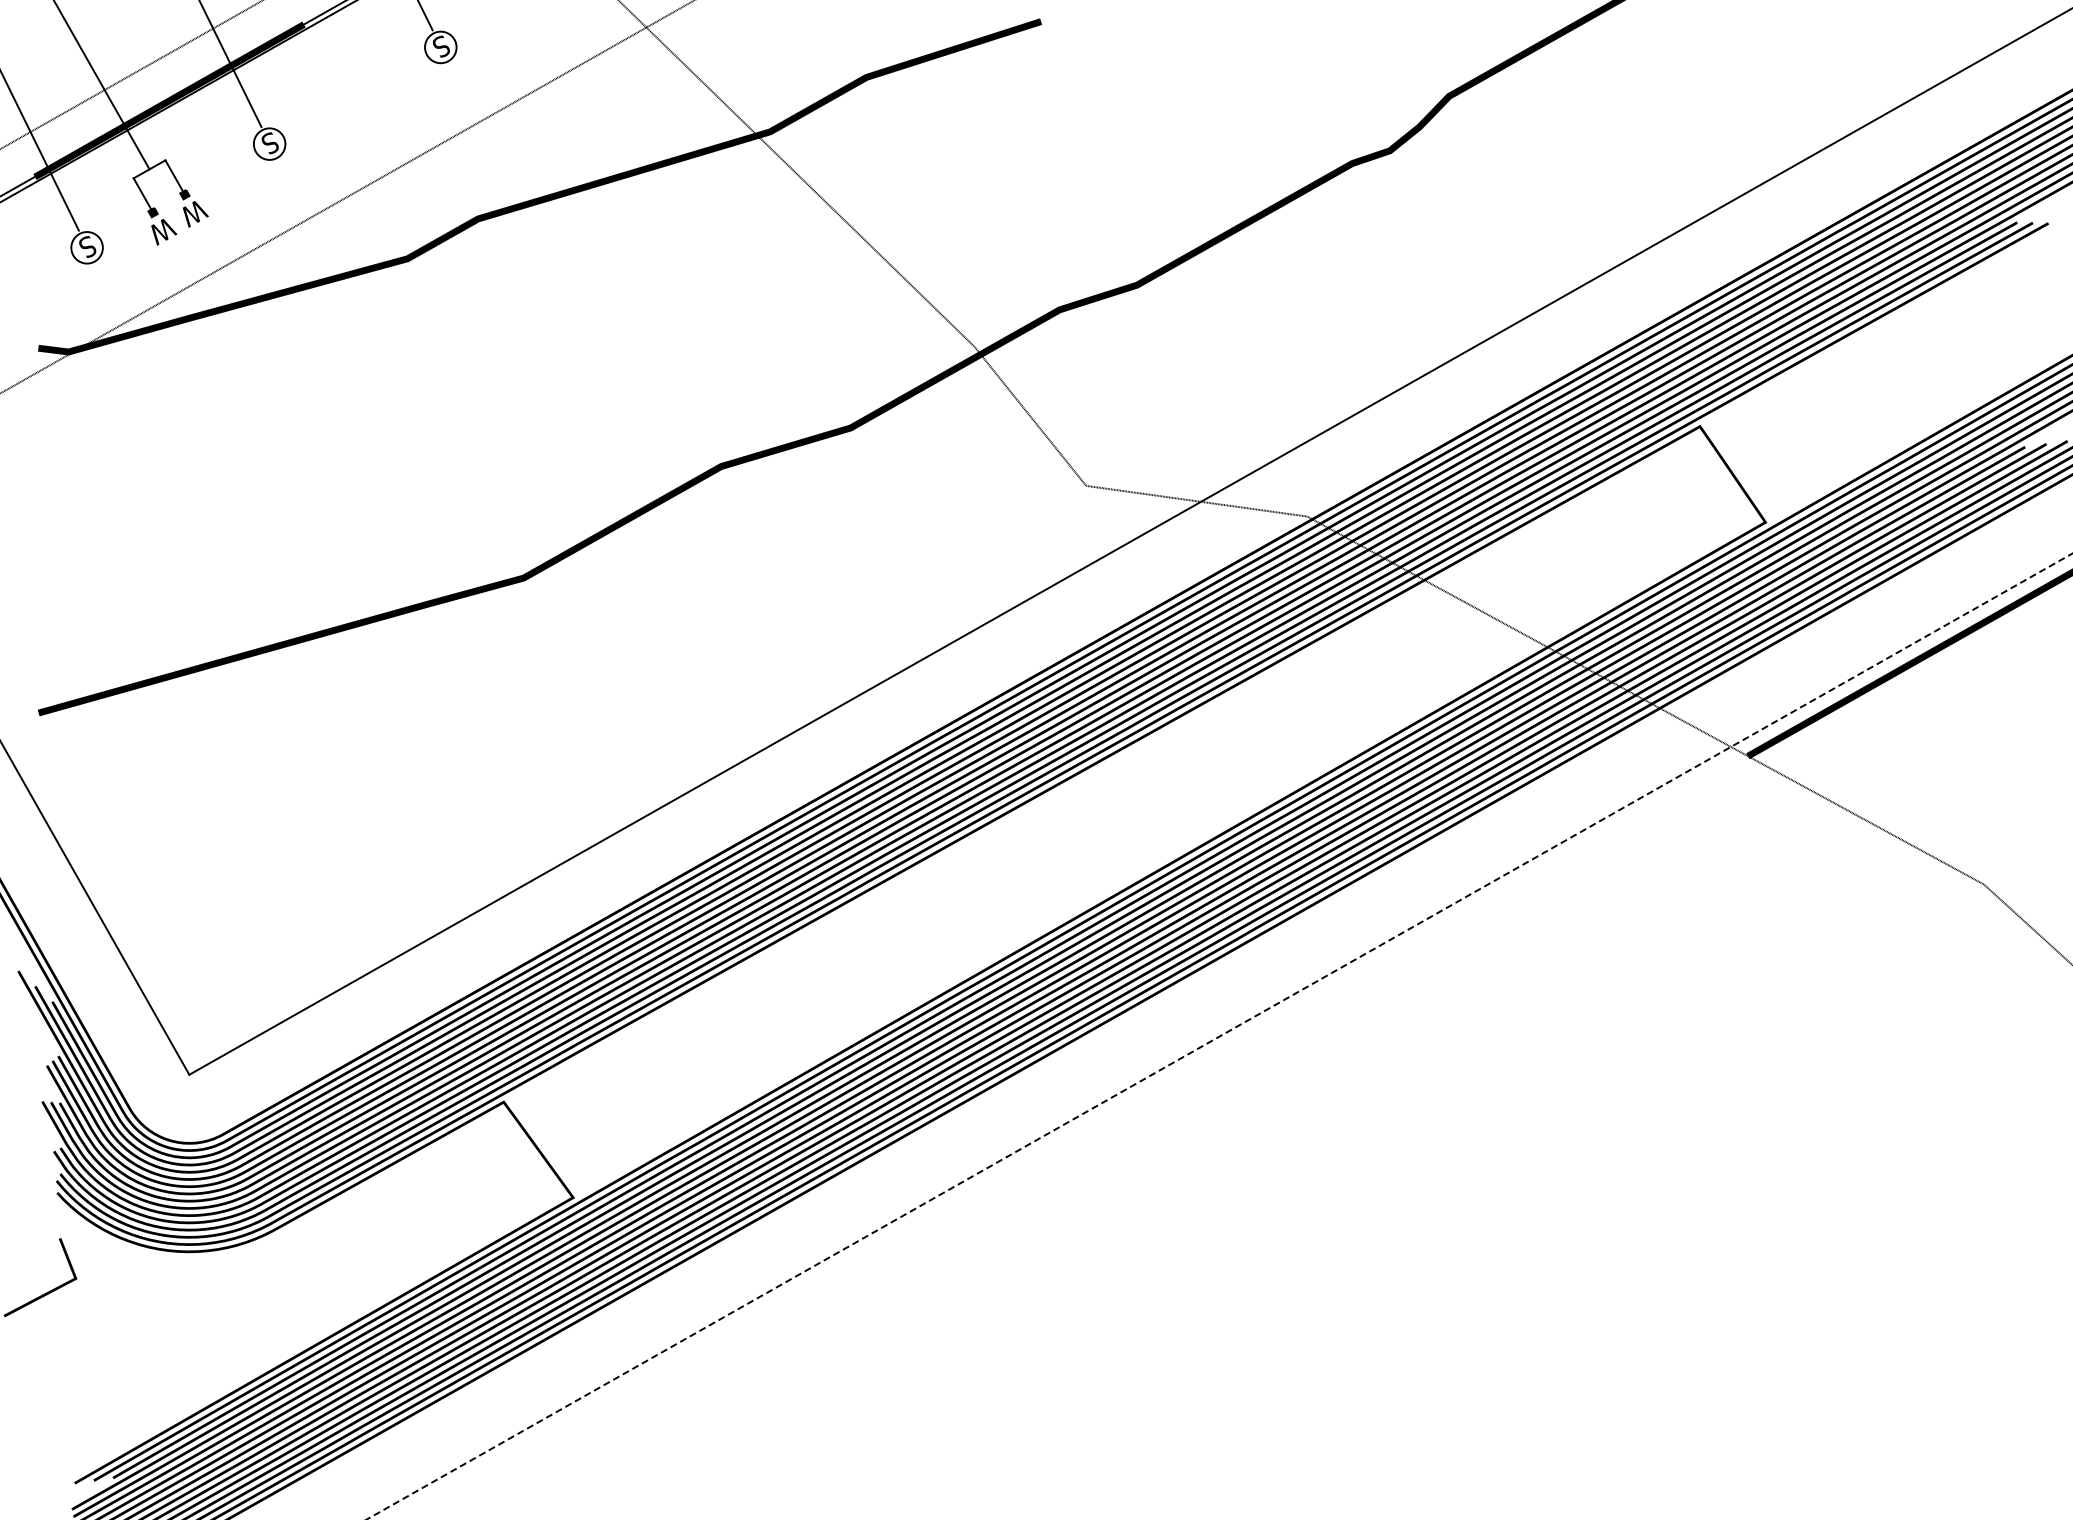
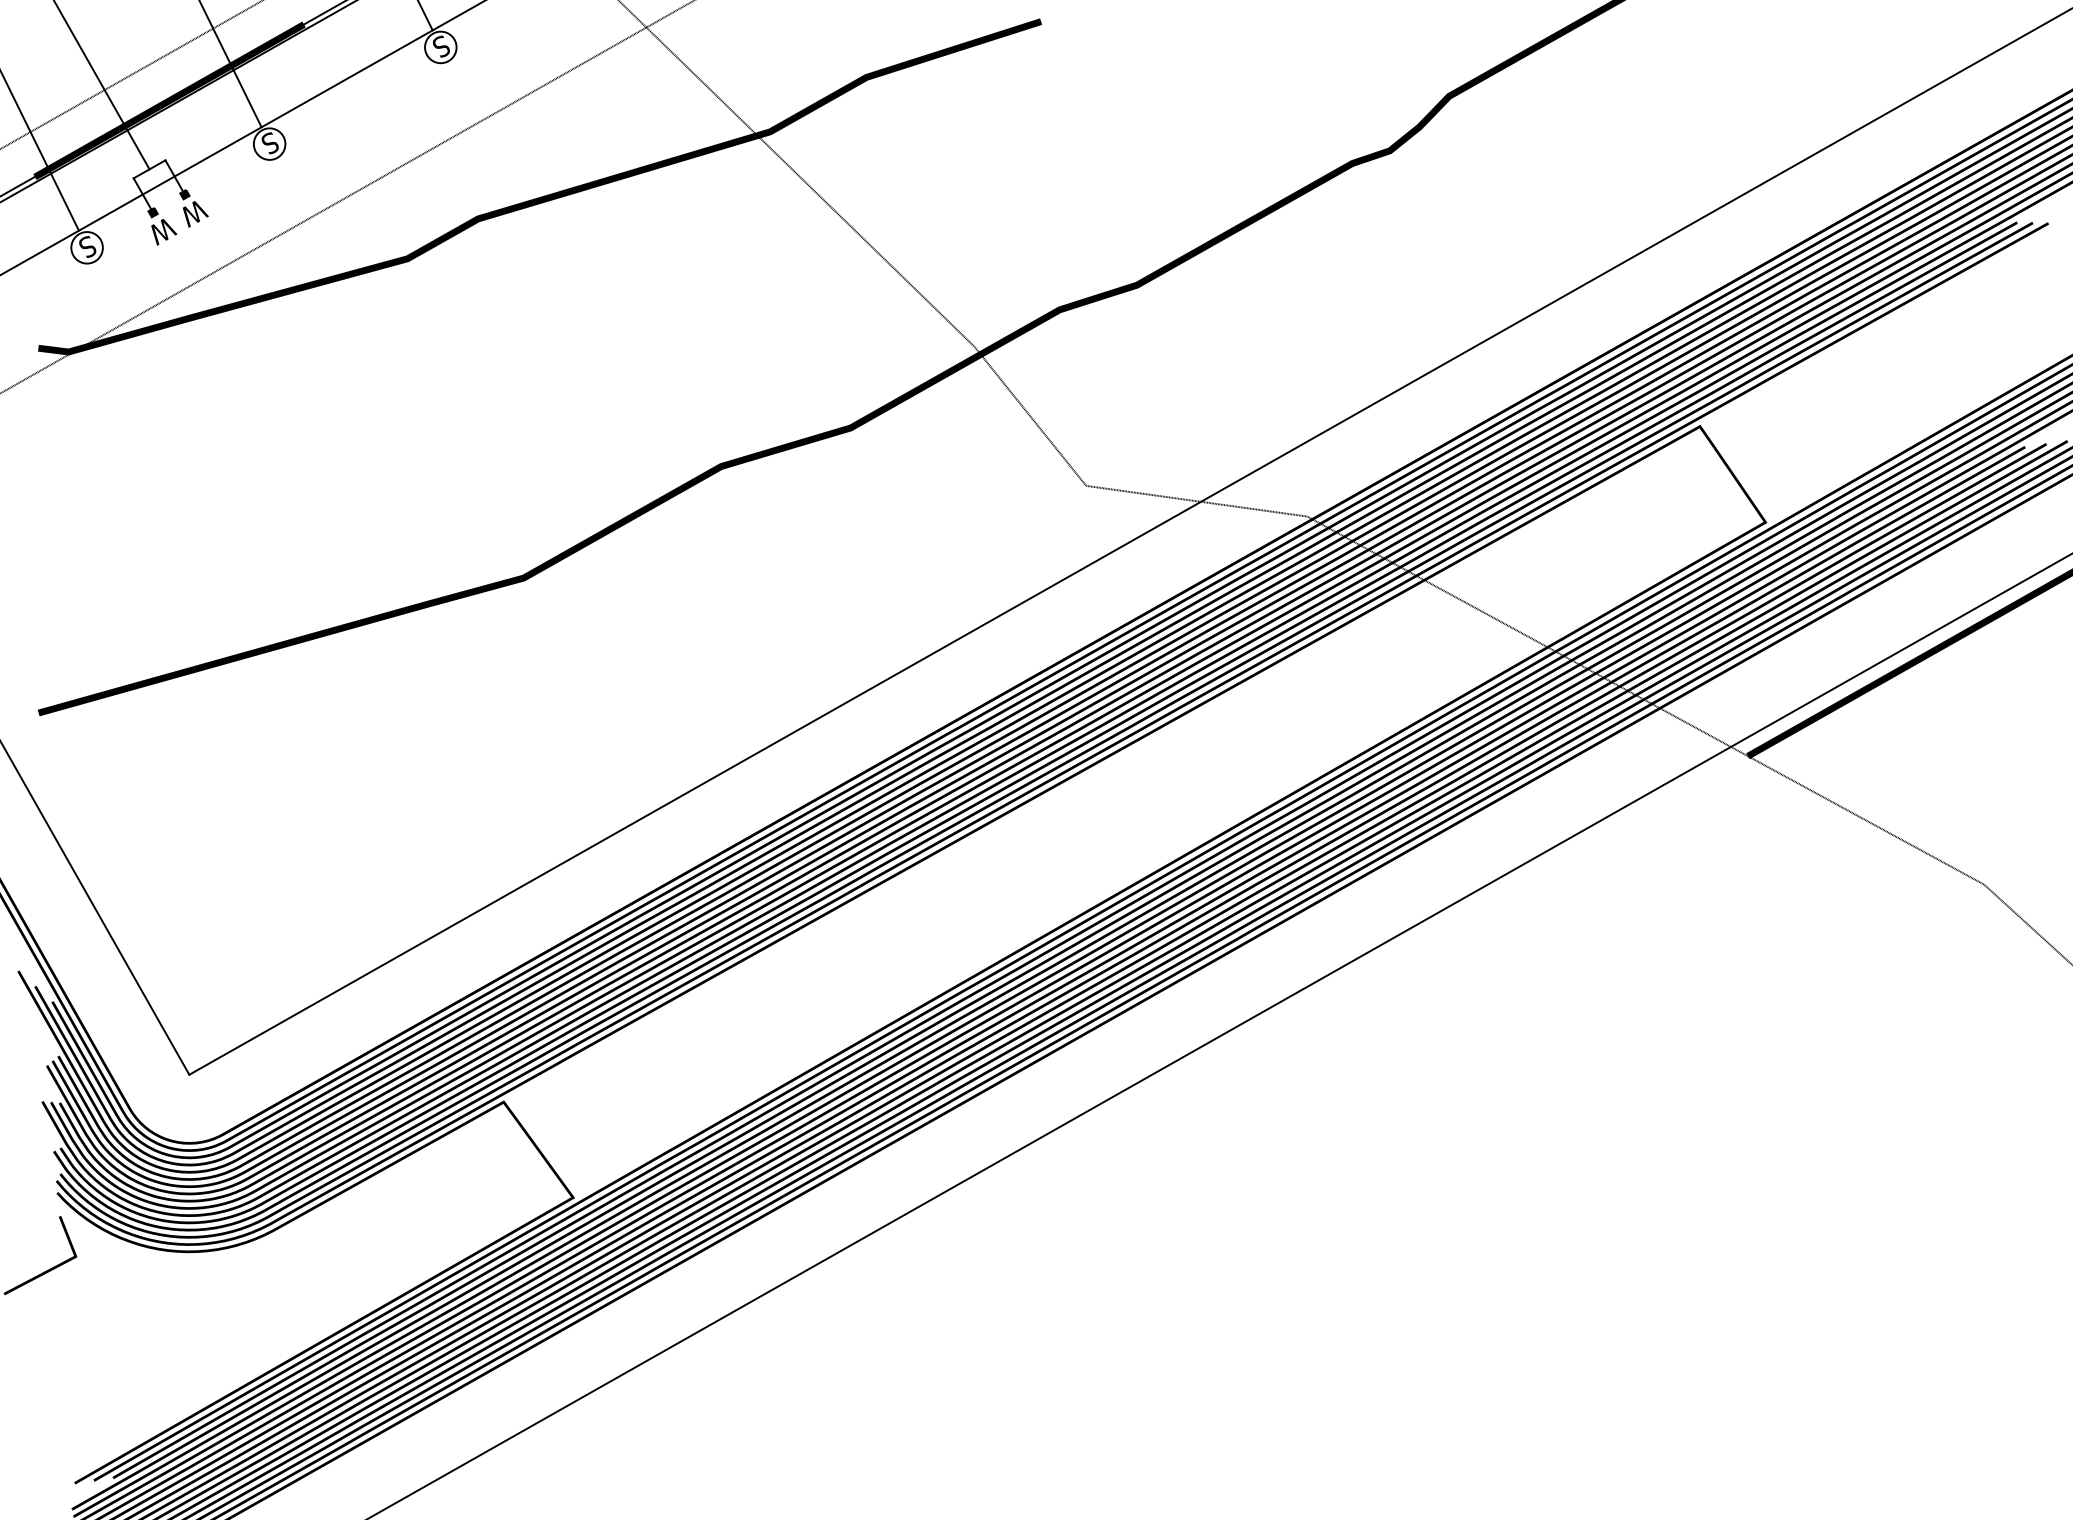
line at (242, 137): none -> present
line at (1219, 1036): dashed -> solid
line at (49, 1290) position: (49, 1290) -> (49, 1268)
